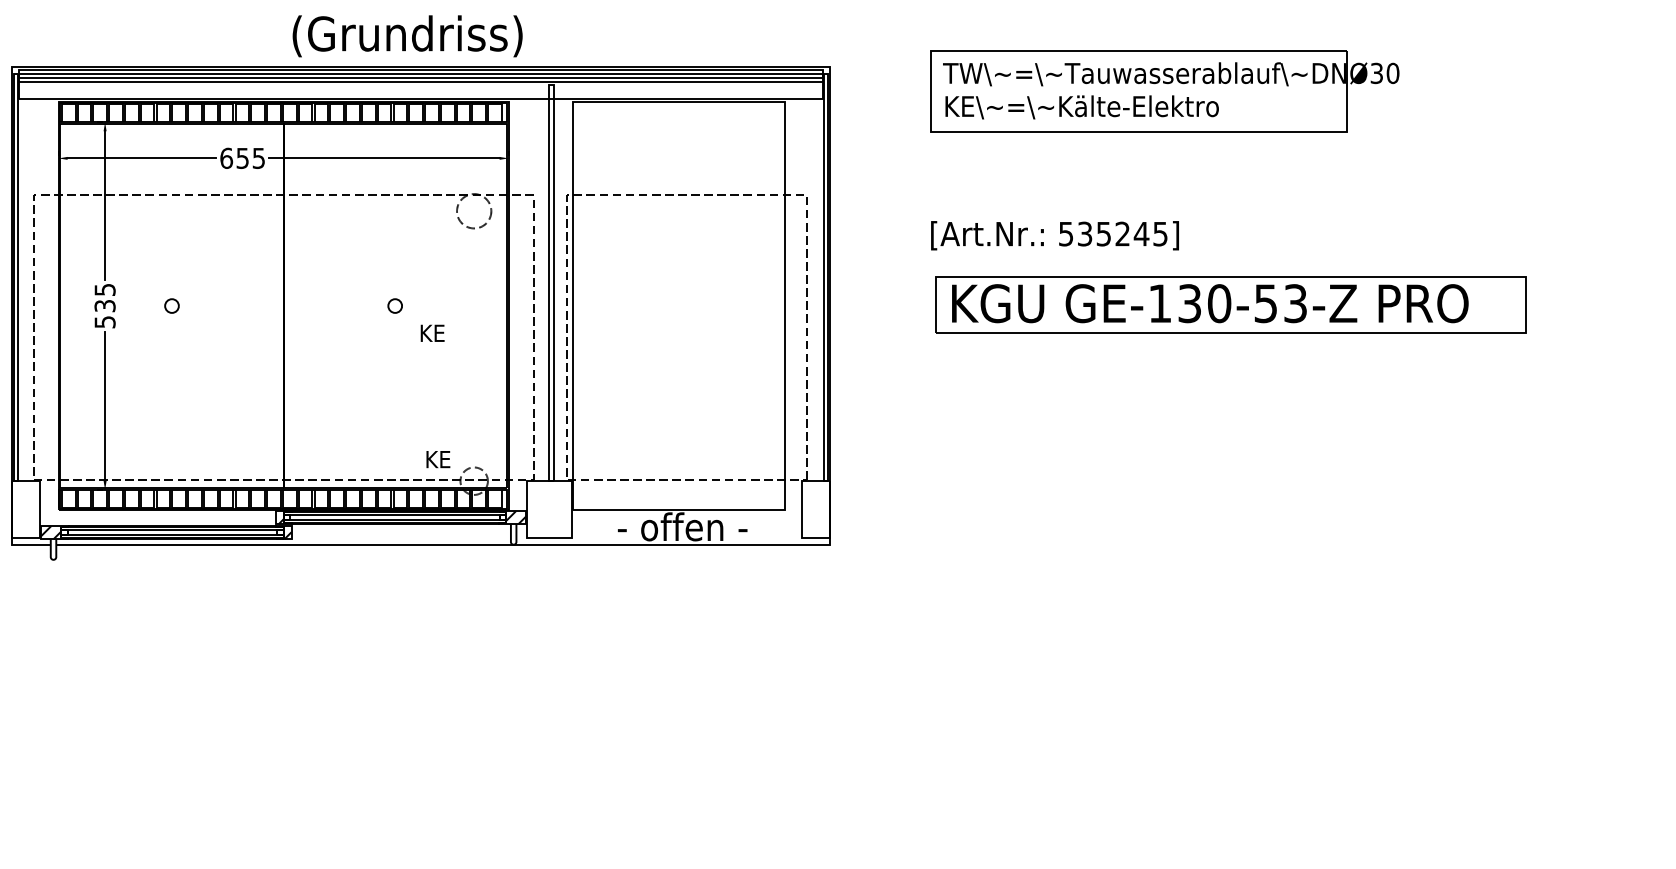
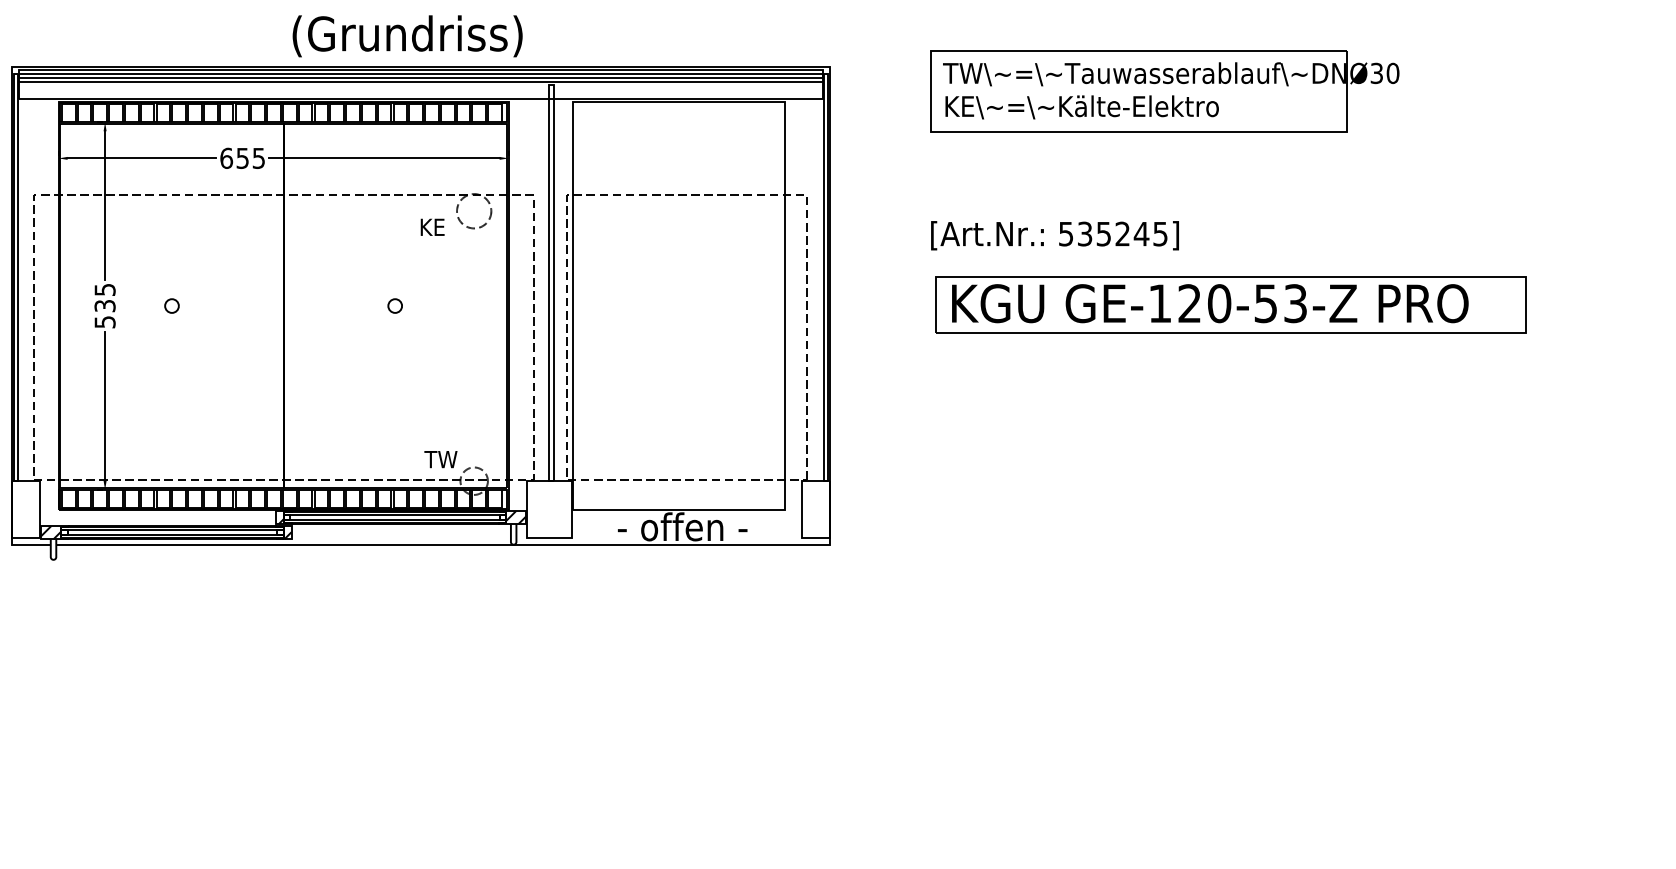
text at (1189, 303): GE-130-53-Z -> GE-120-53-Z
text at (432, 332) position: (432, 332) -> (432, 226)
text at (440, 459): KE -> TW
